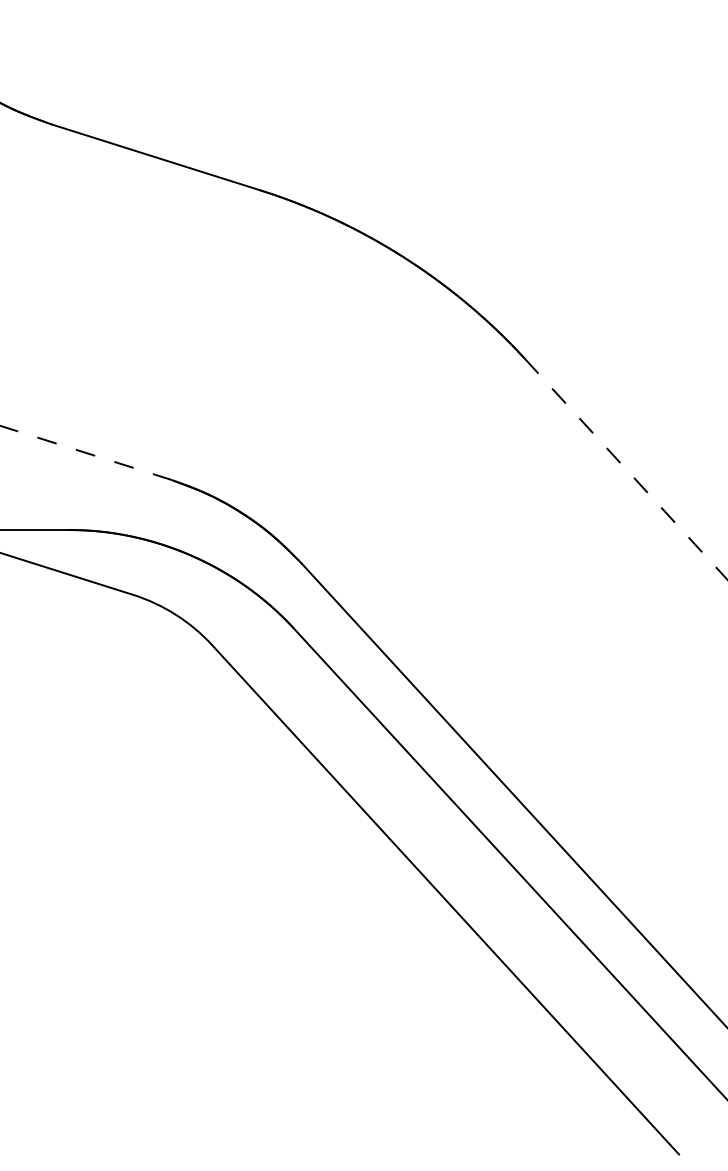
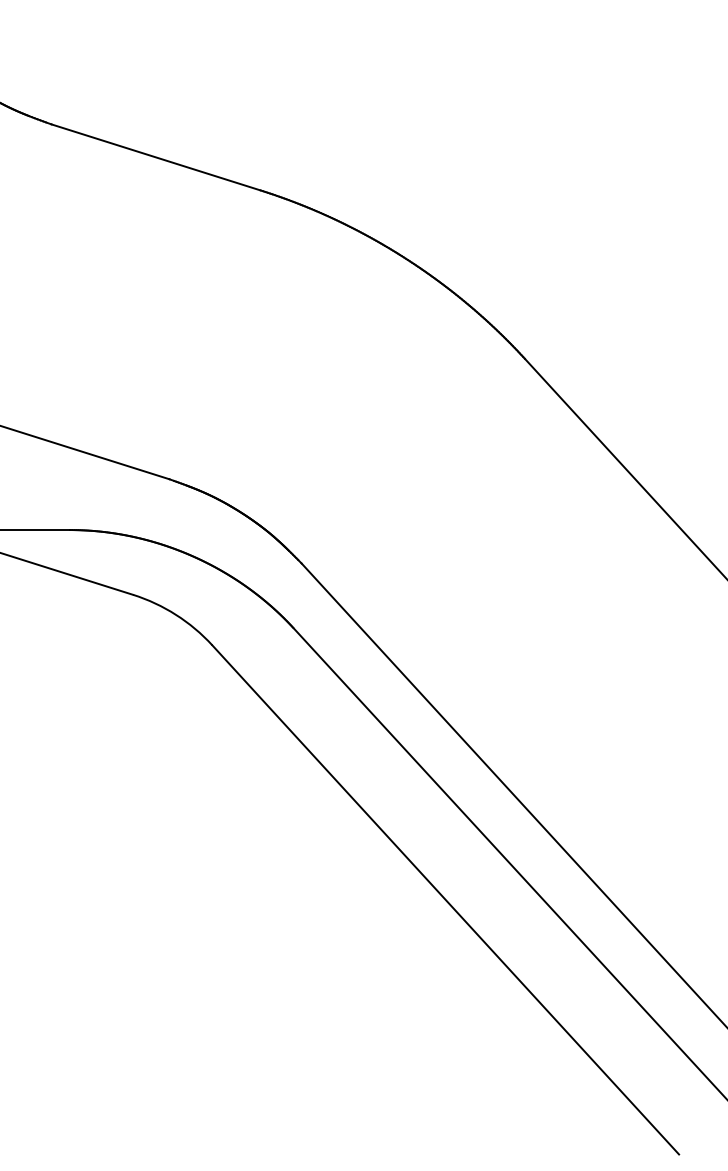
line at (84, 452): dashed -> solid
line at (626, 469): dashed -> solid
